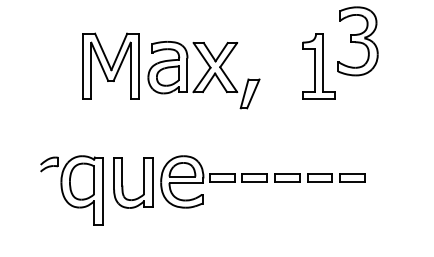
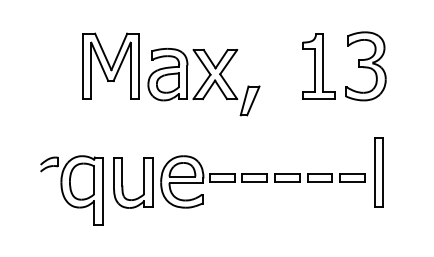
part at (357, 41) position: (357, 41) -> (365, 66)
part at (203, 75) position: (203, 75) -> (203, 82)
part at (378, 172): none -> present
